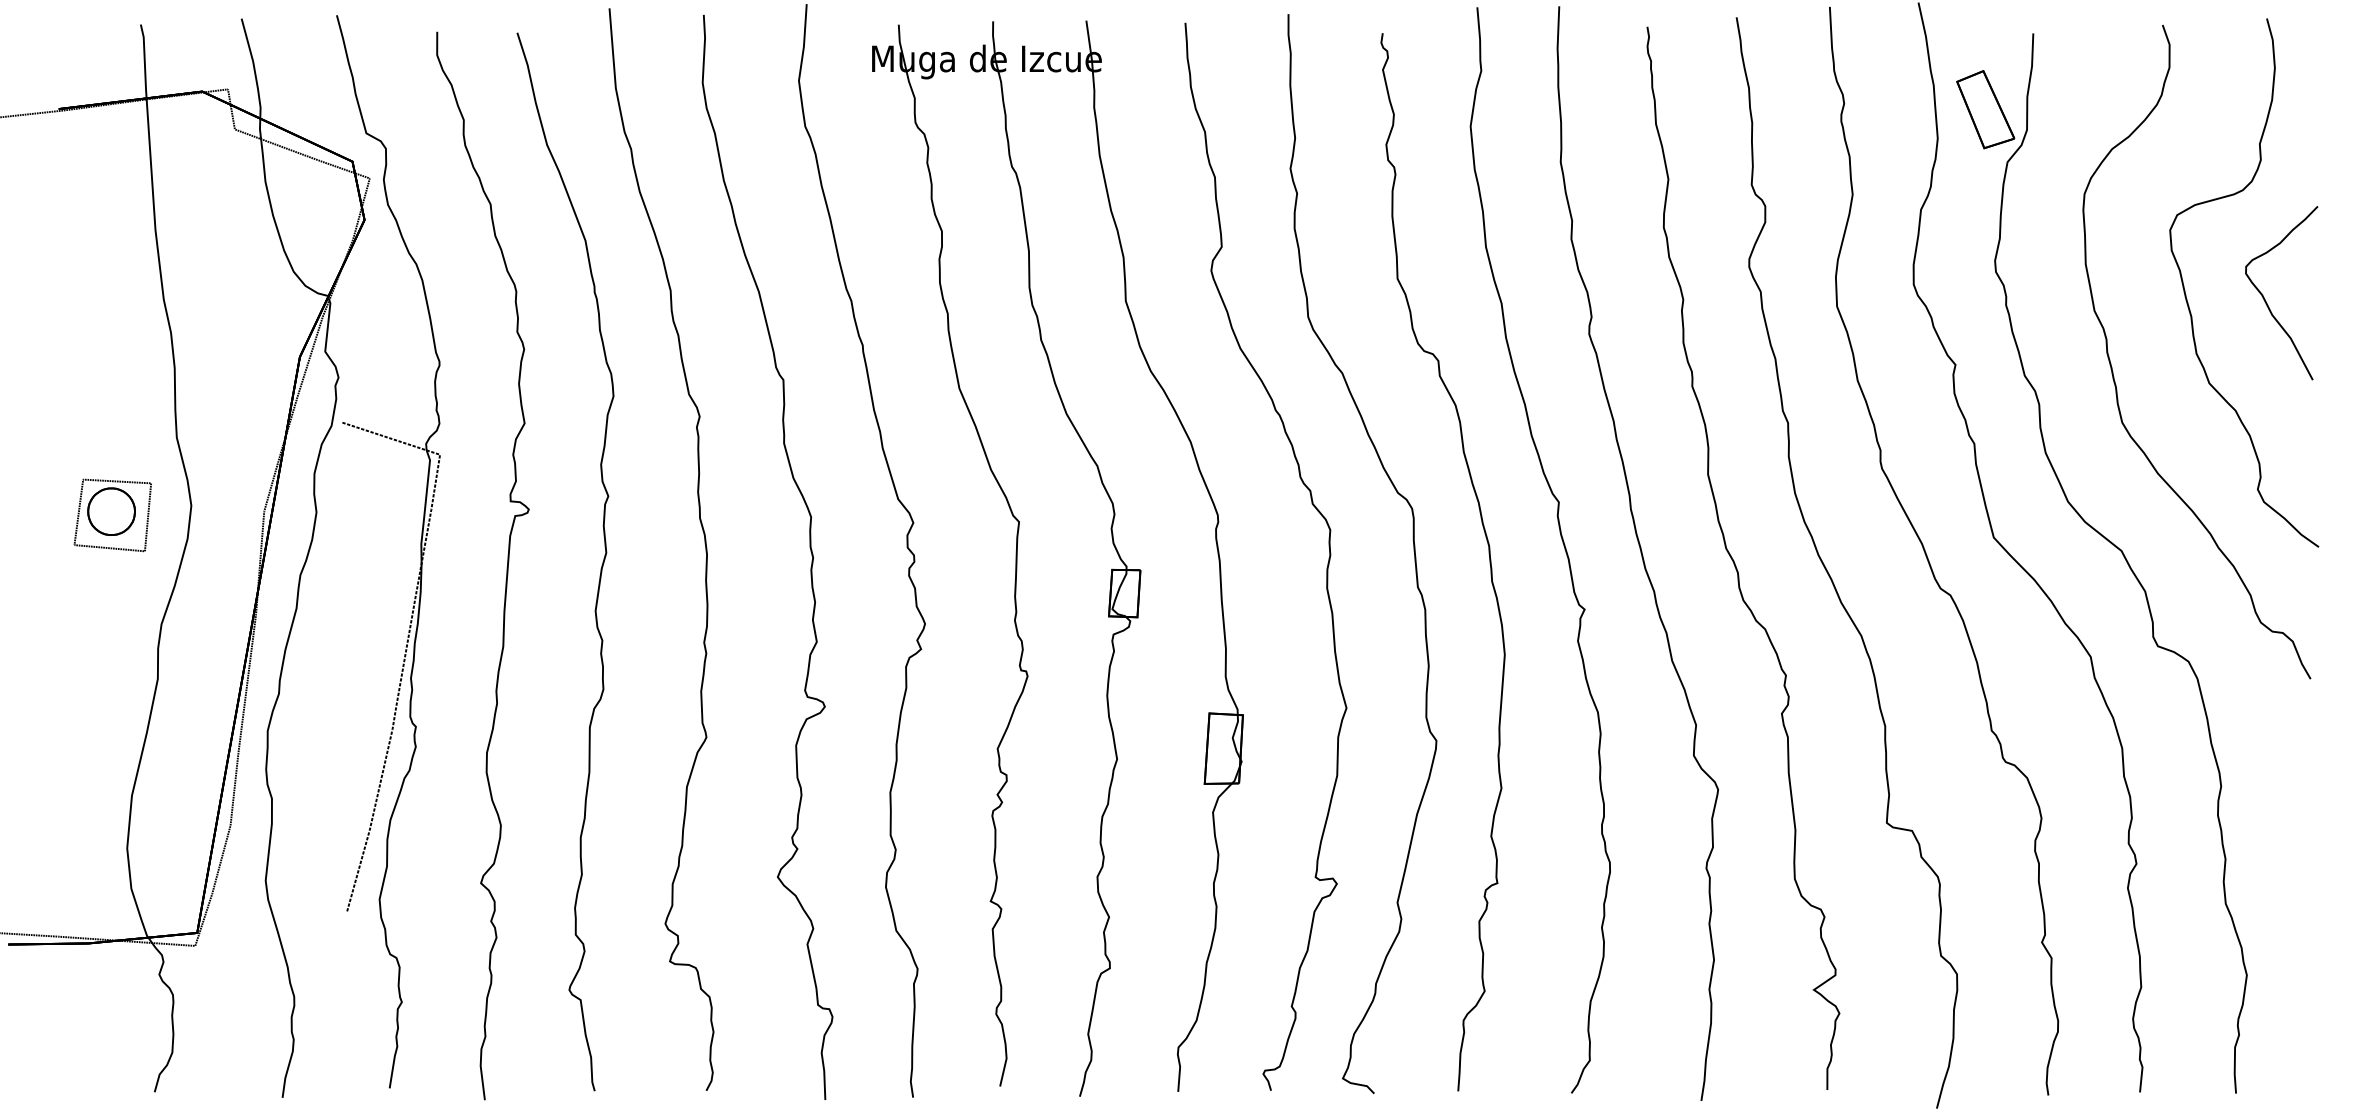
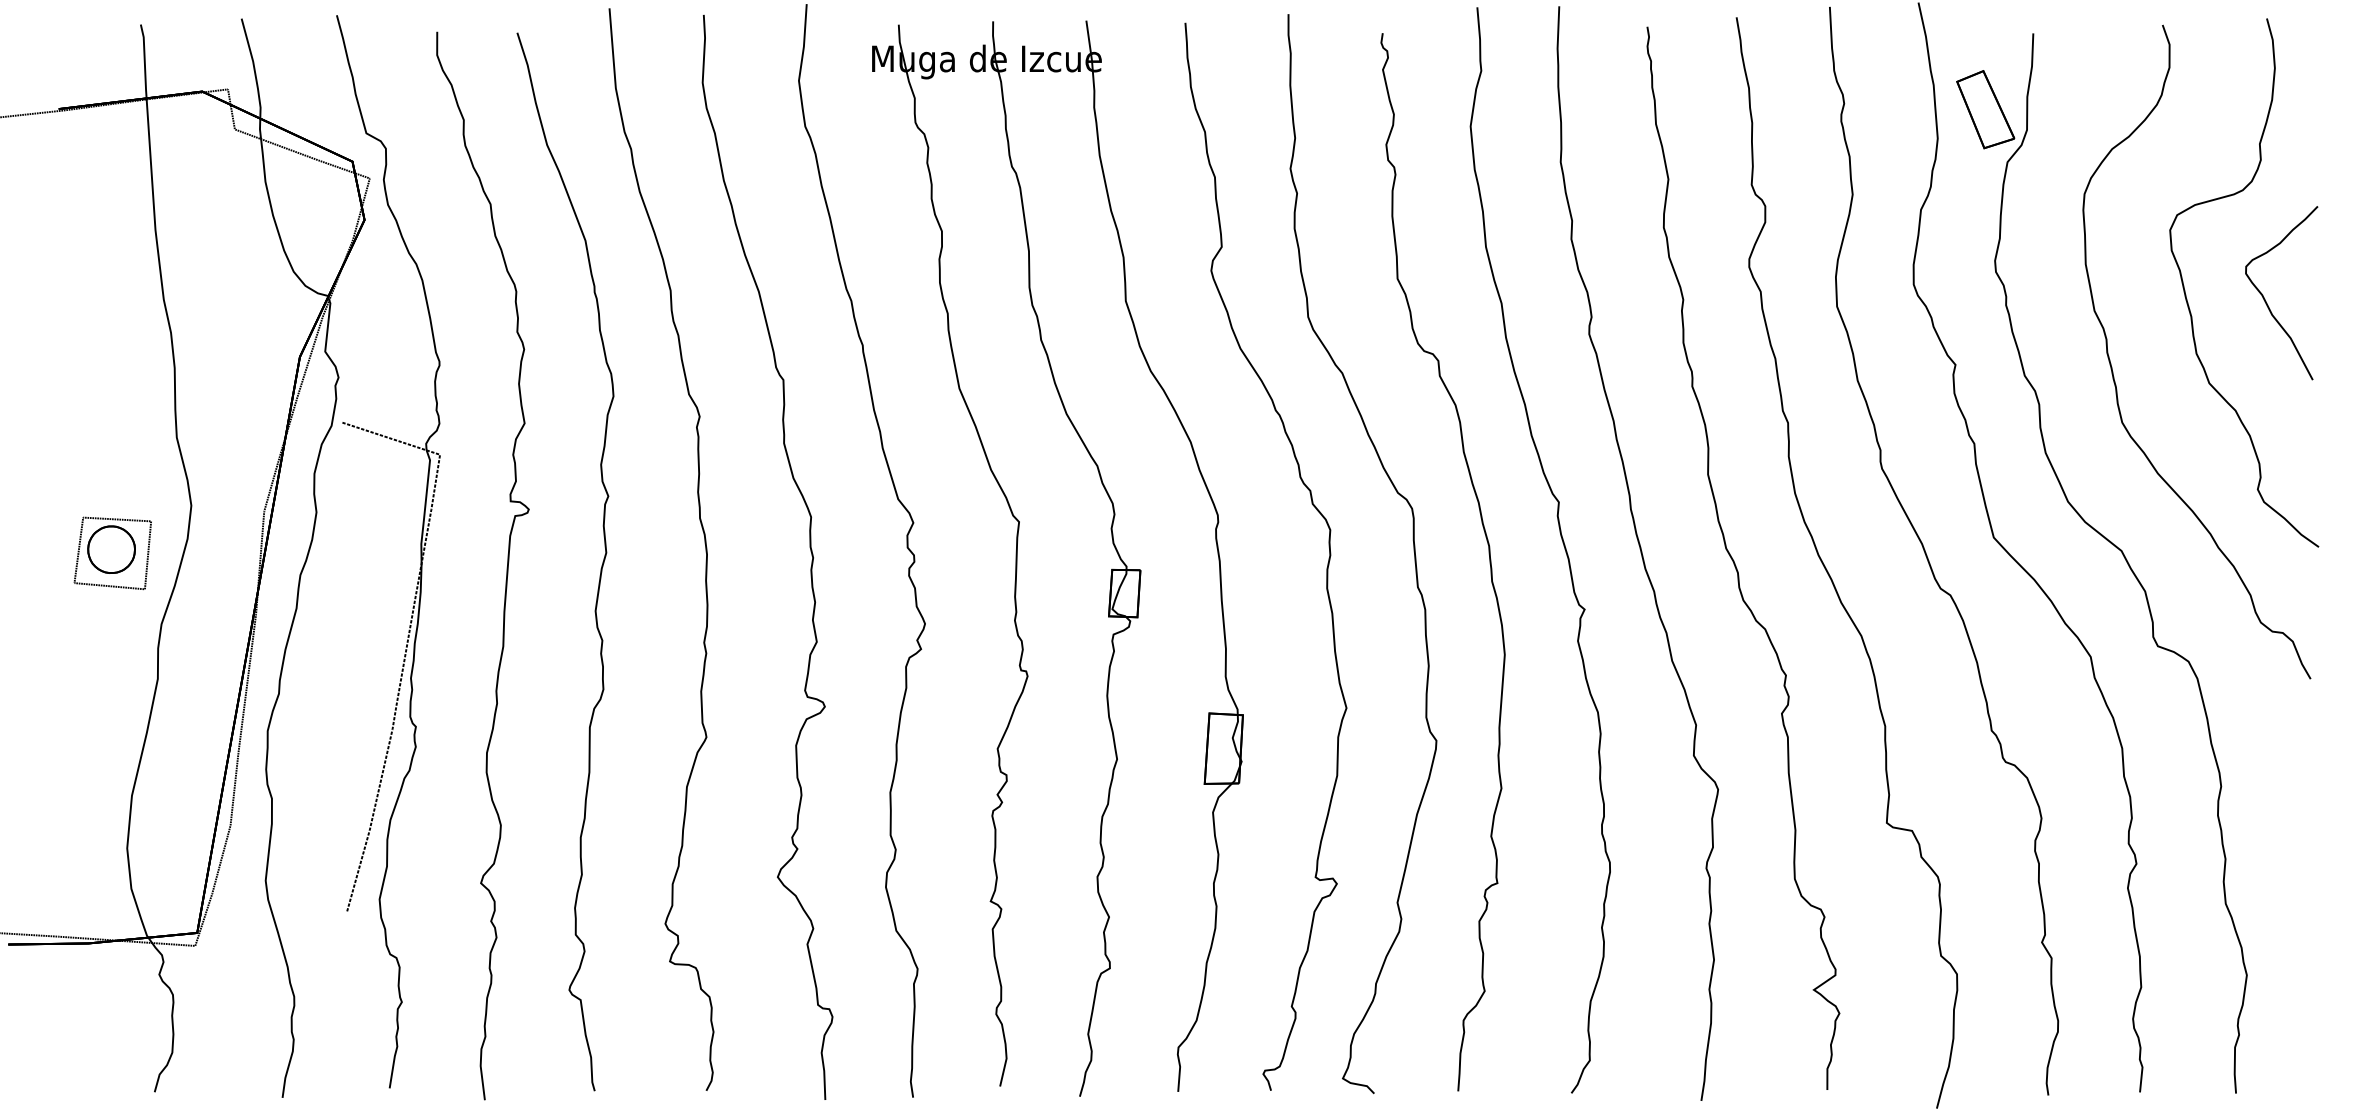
part at (112, 515) position: (112, 515) -> (112, 553)
